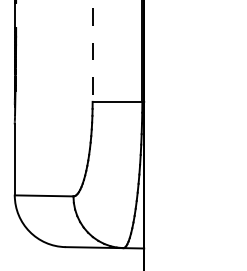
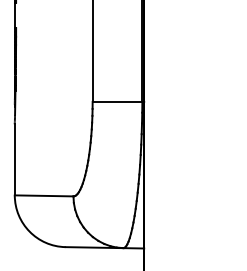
line at (92, 51): dashed -> solid
